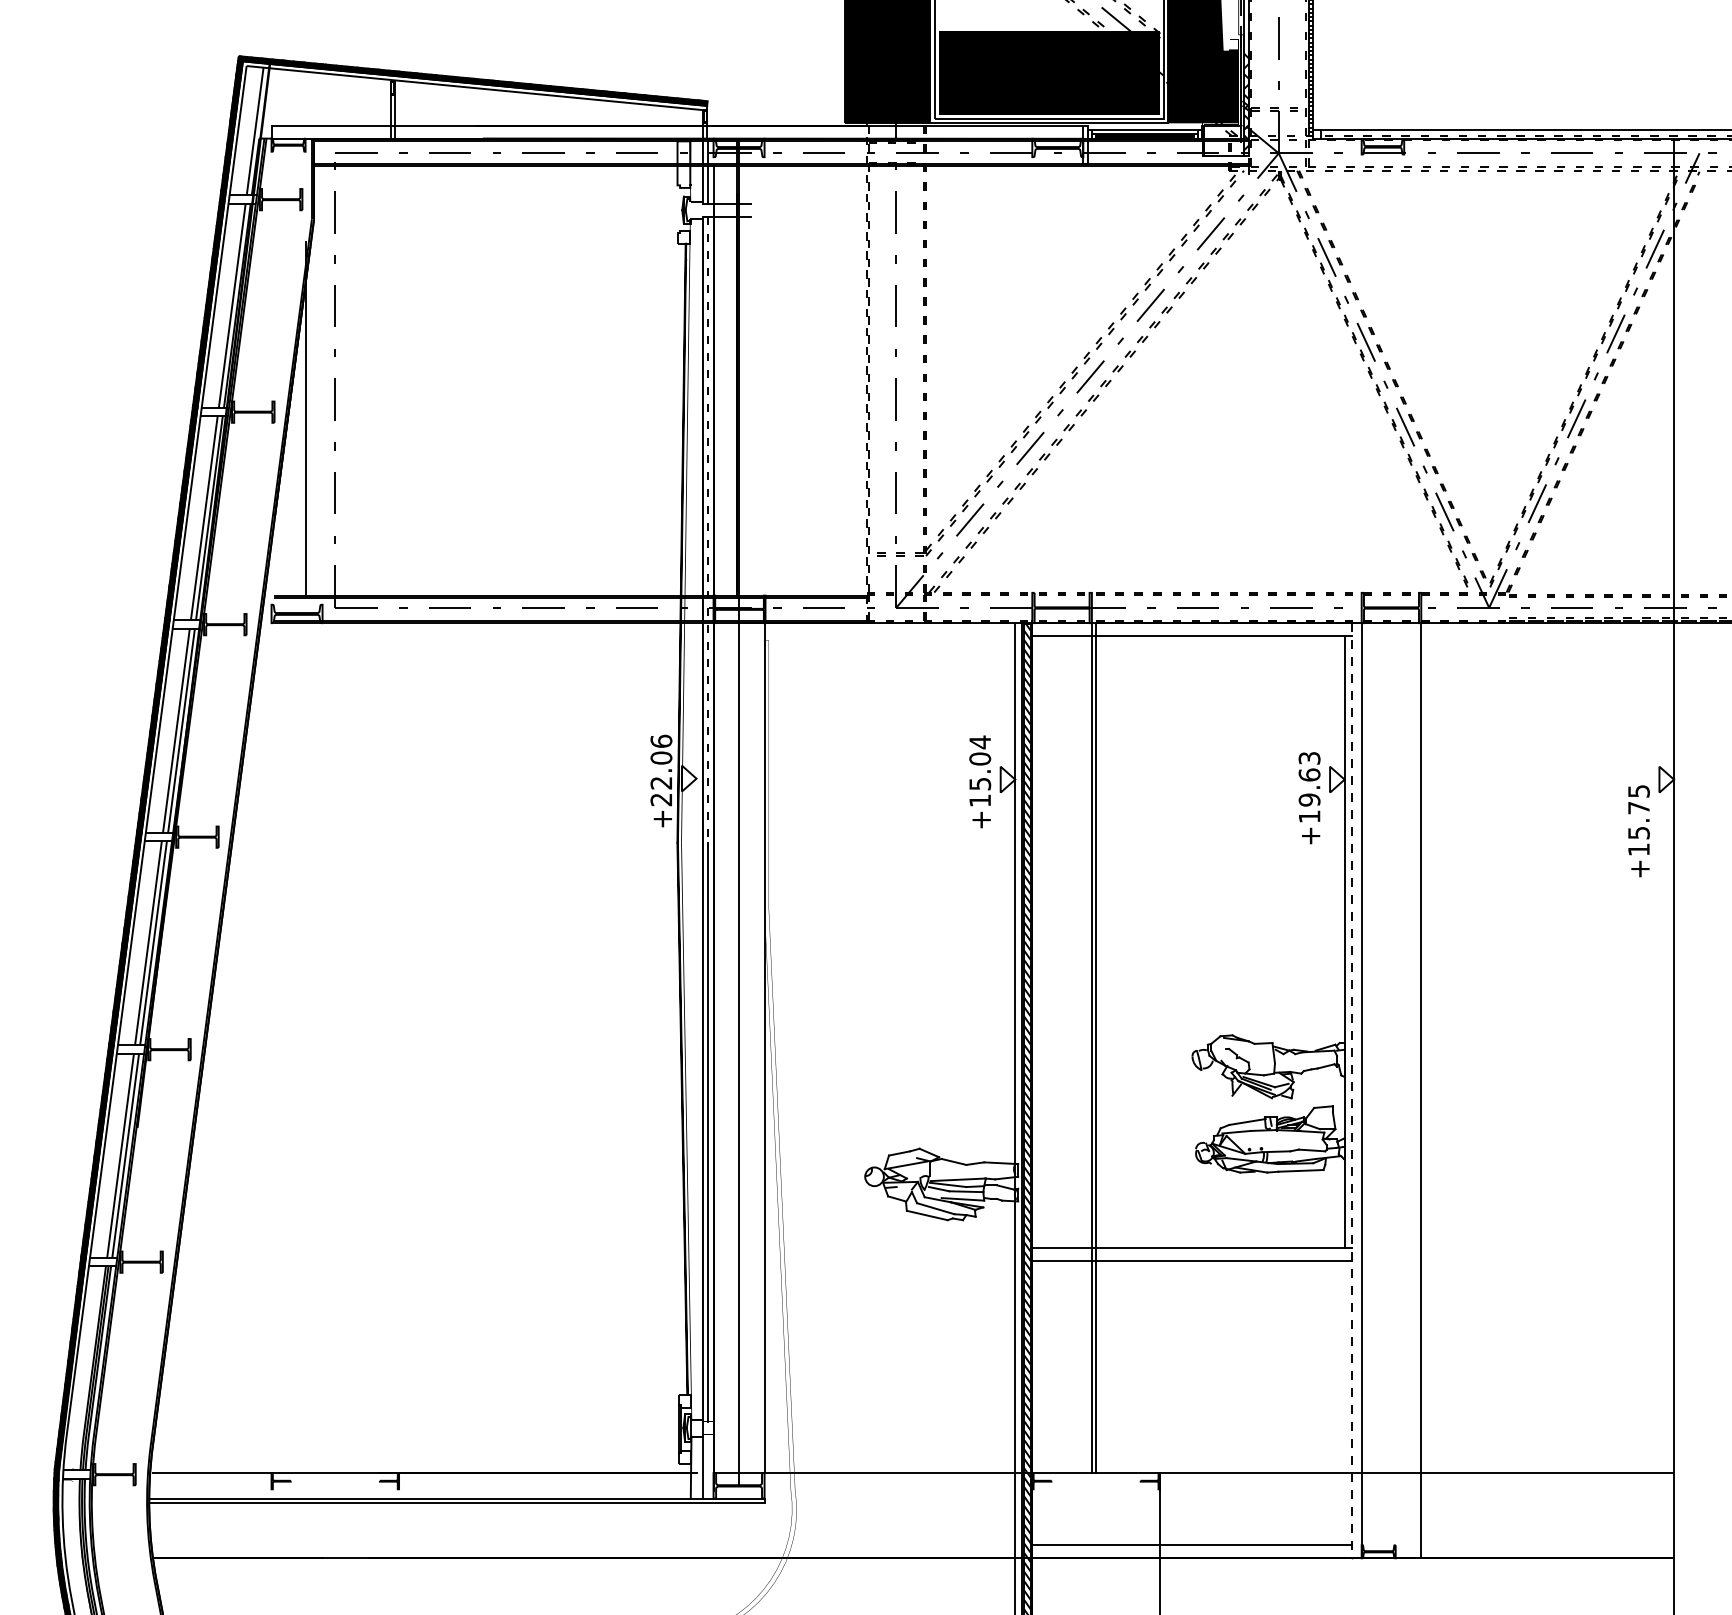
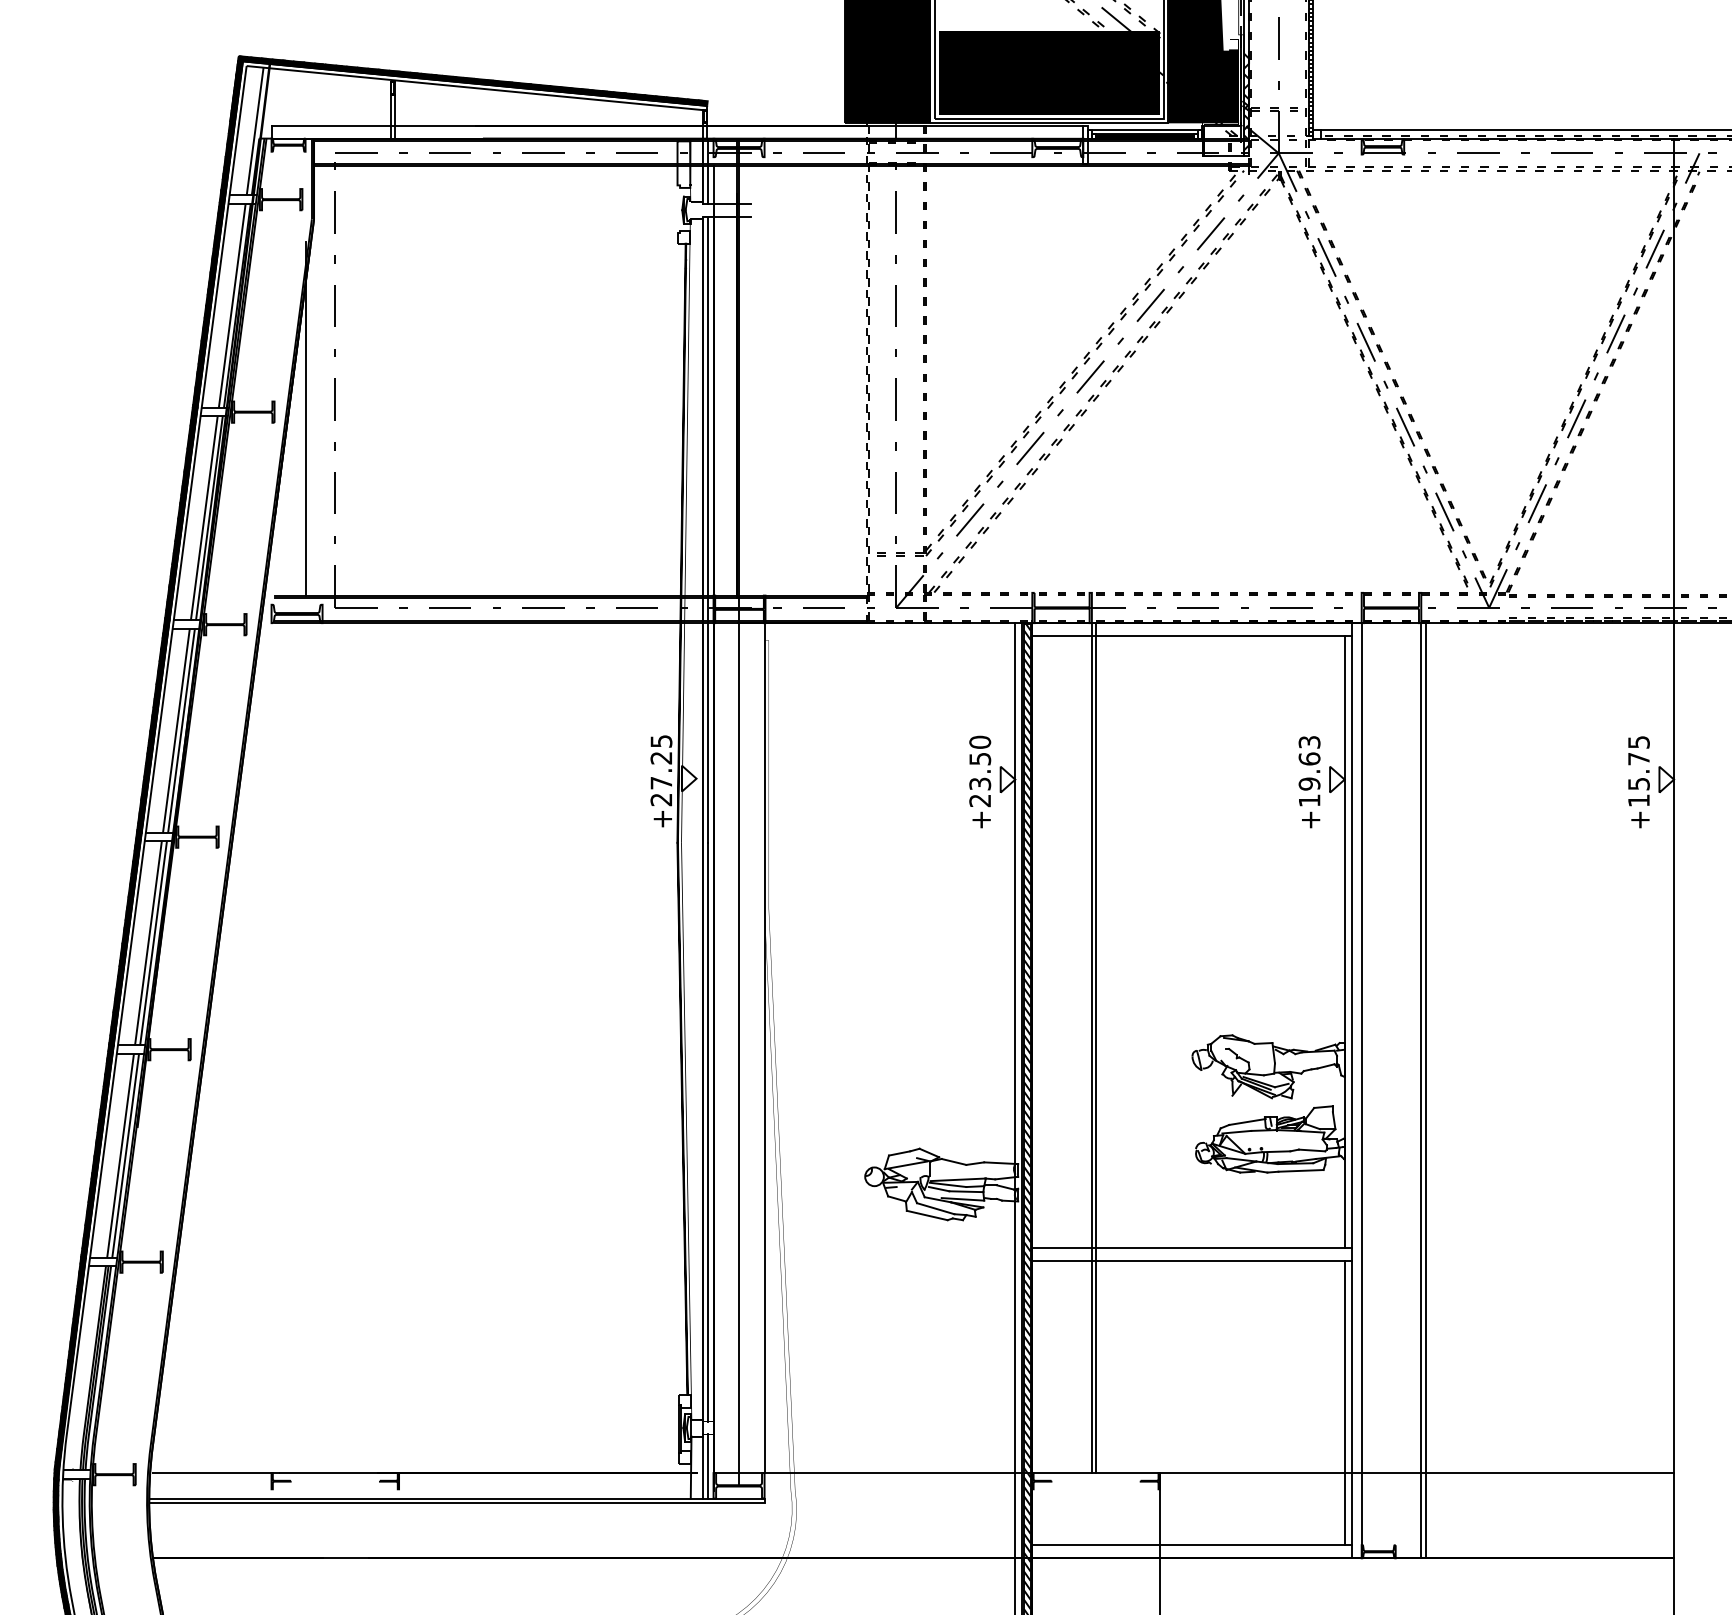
line at (708, 530): dashed -> solid
text at (661, 761): +22.06 -> +27.25
text at (980, 771): +15.04 -> +23.50
text at (1309, 798) position: (1309, 798) -> (1309, 782)
text at (1638, 831) position: (1638, 831) -> (1638, 782)
line at (1351, 1090): dashed -> solid
line at (1425, 1090): none -> present
line at (1344, 1402): none -> present
line at (708, 1466): none -> present
